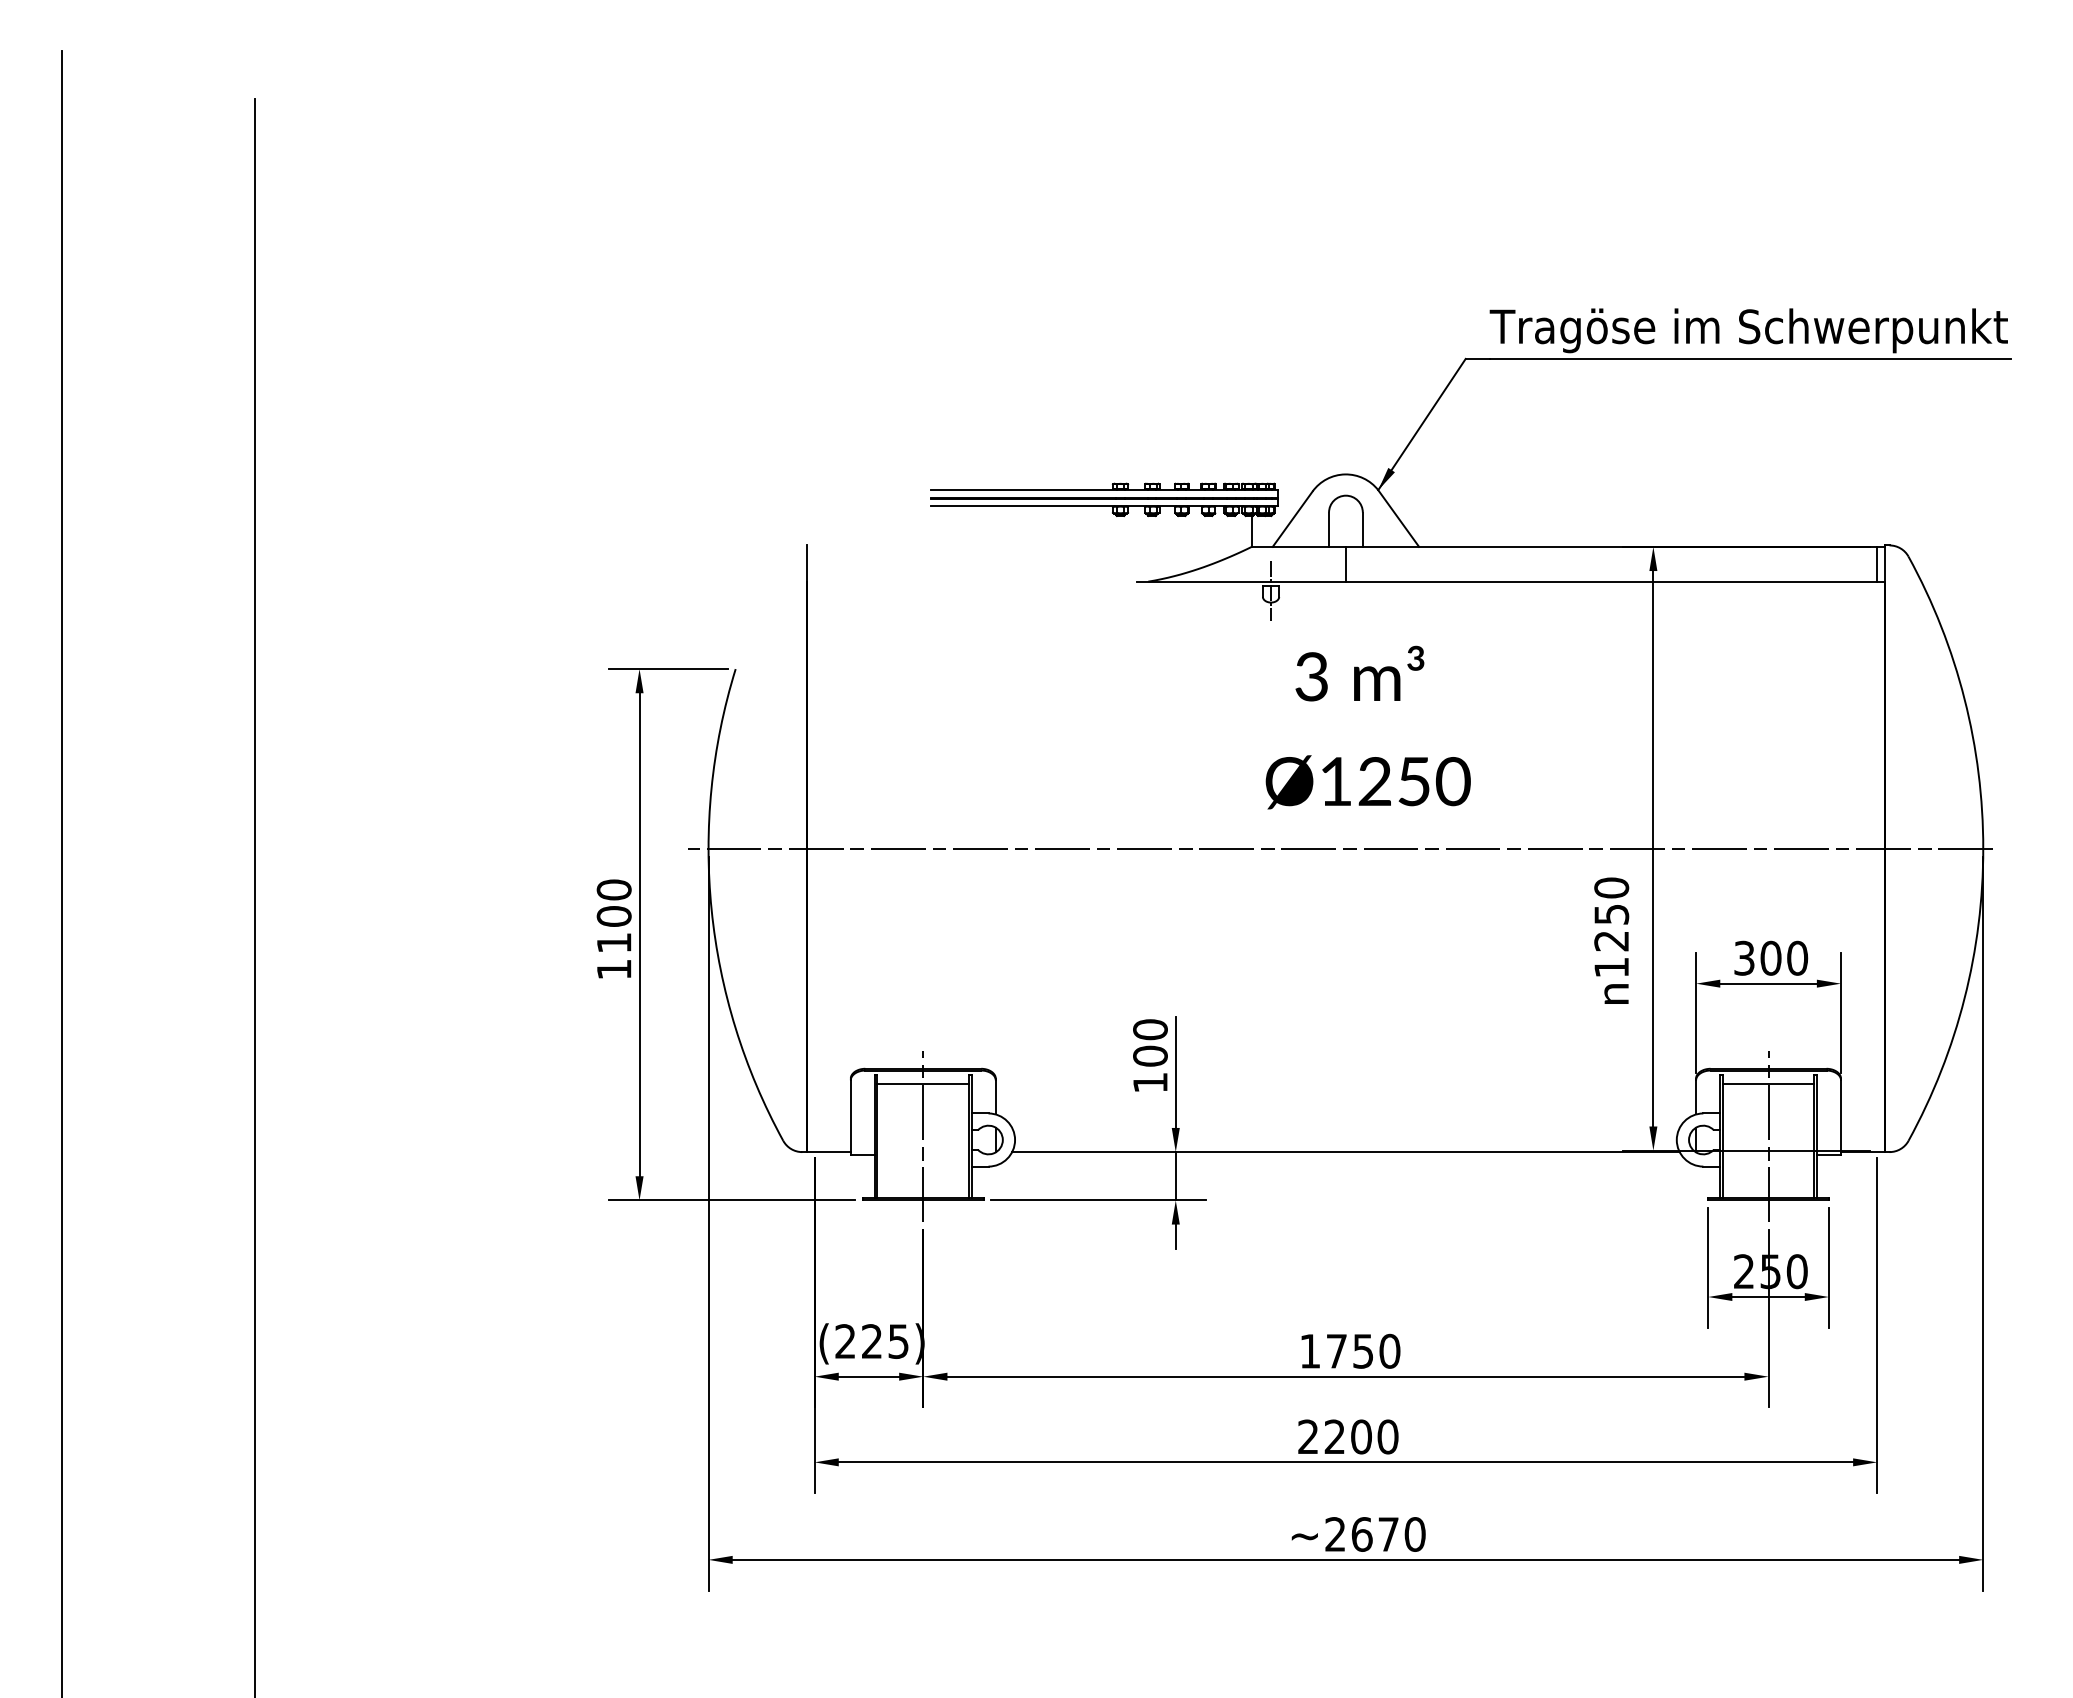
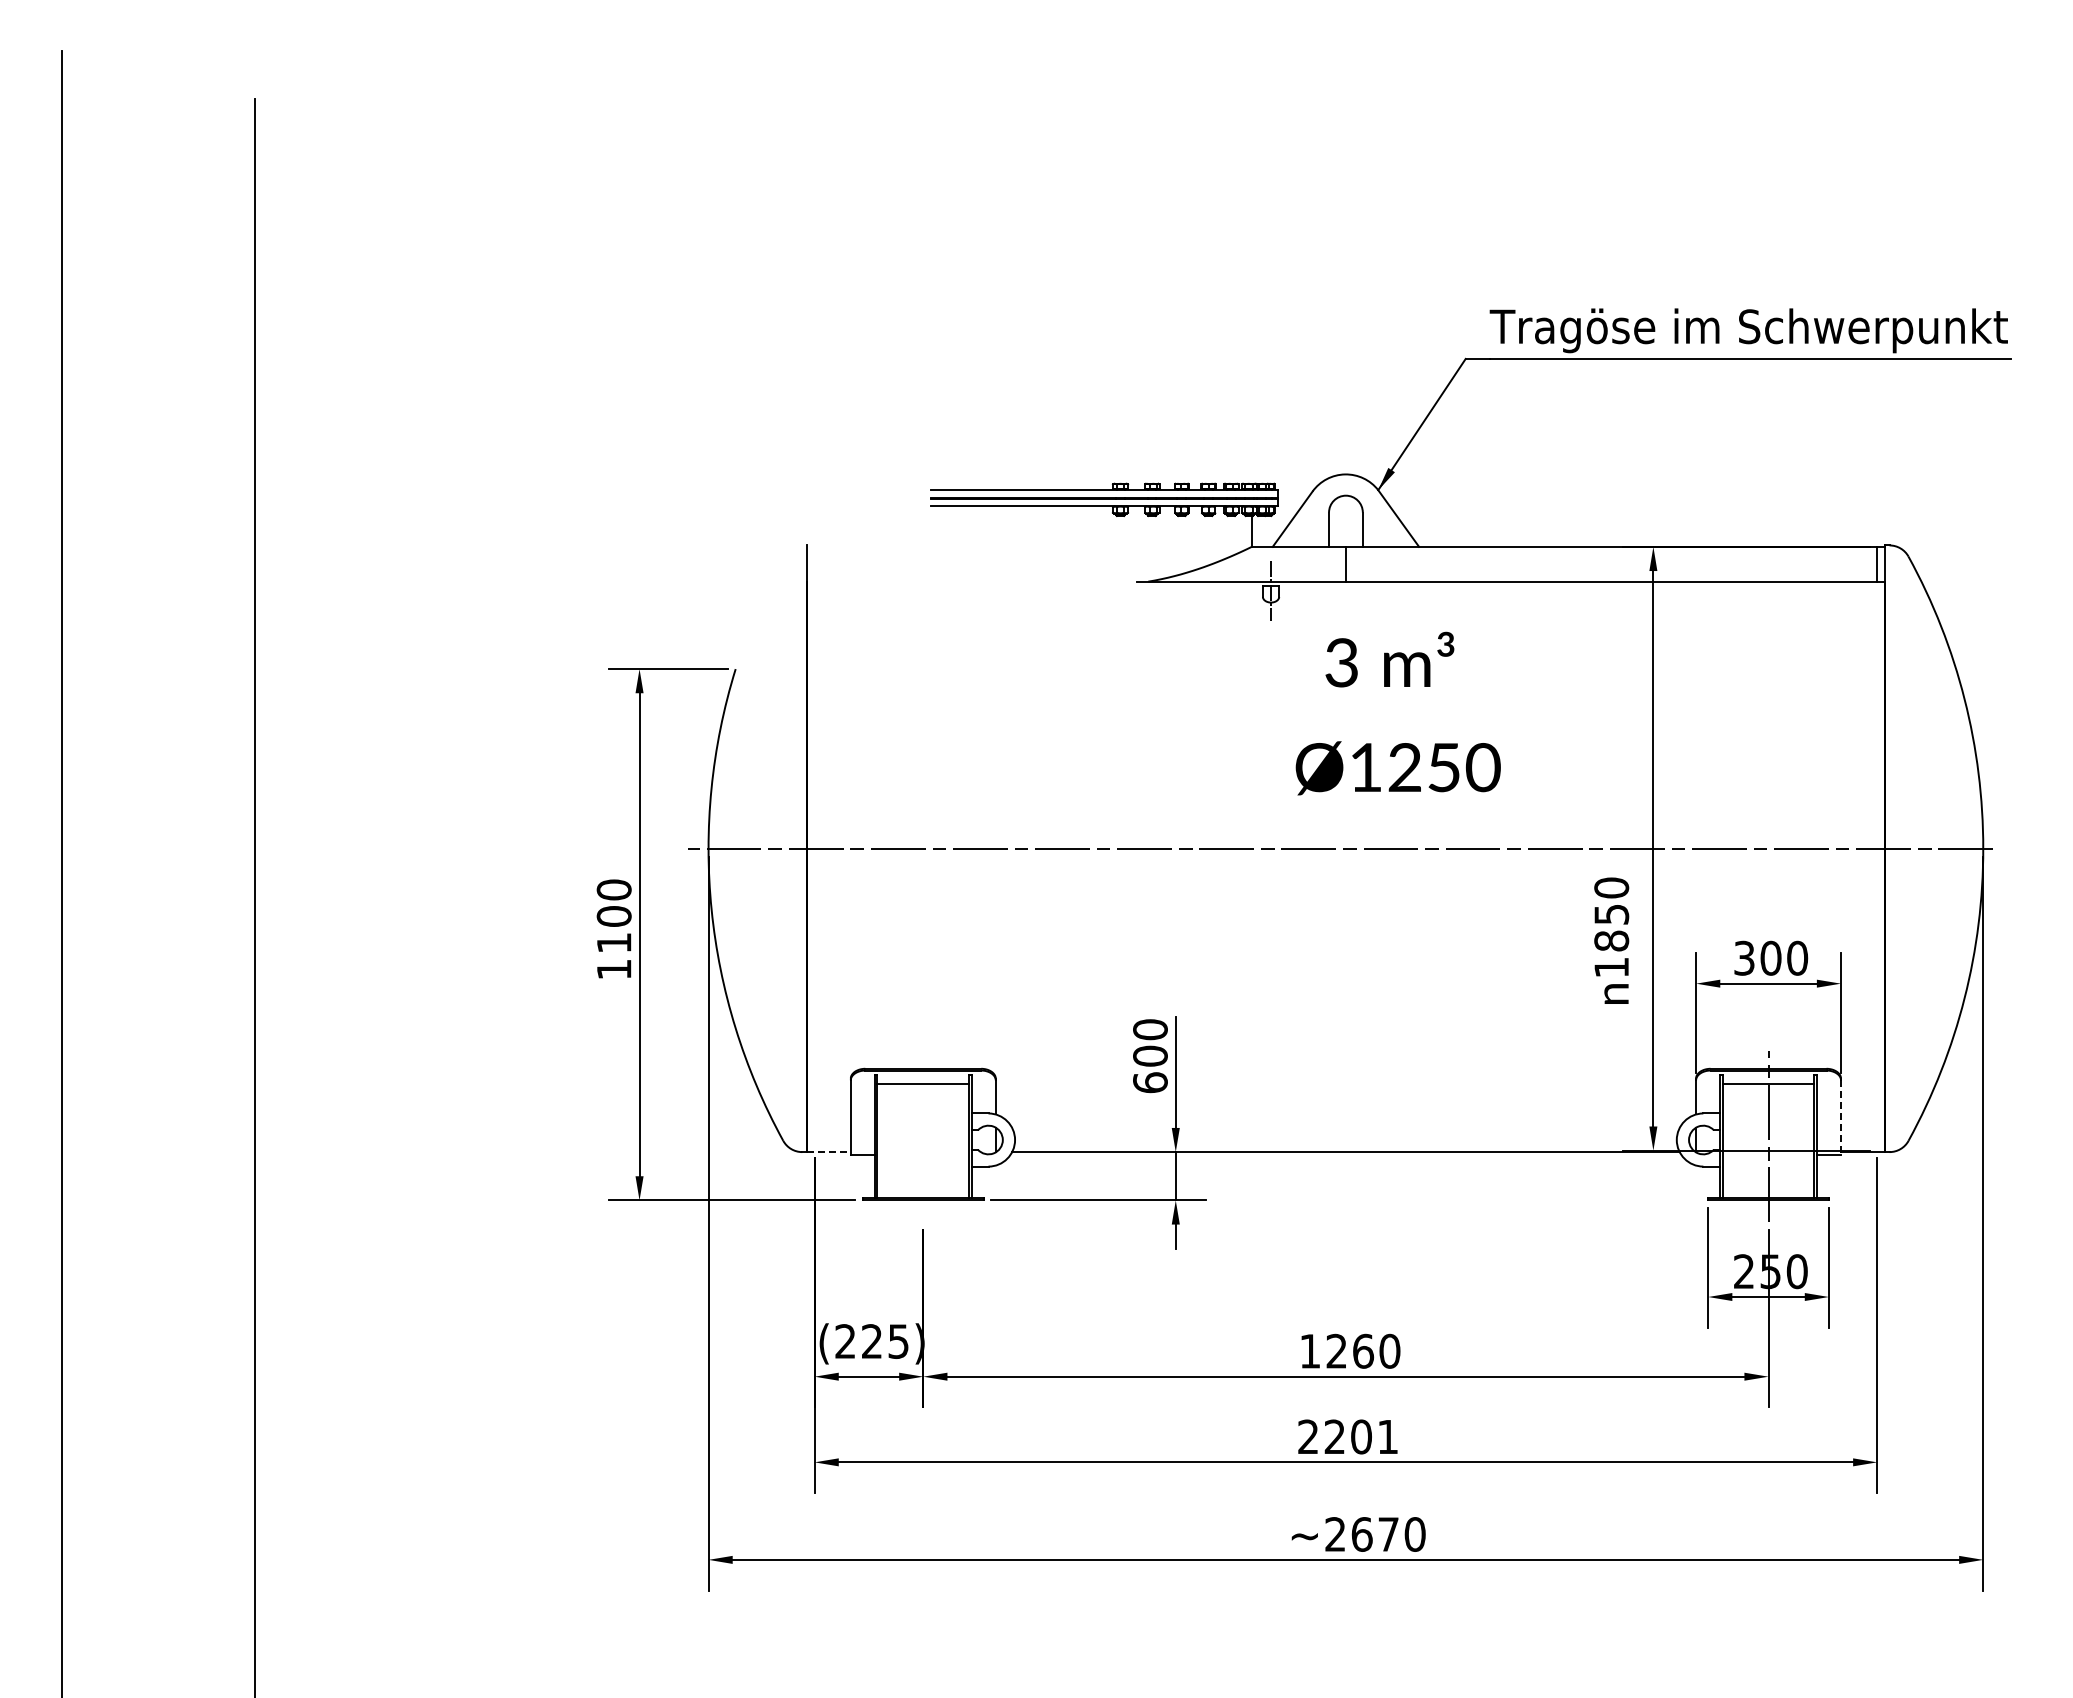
text at (1367, 727) position: (1367, 727) -> (1397, 713)
text at (1611, 940): 1250 -> 1850
text at (1150, 1082): 100 -> 600
line at (1841, 1117): solid -> dashed
line at (923, 1136): present -> none
line at (829, 1152): solid -> dashed
text at (1350, 1350): 1750 -> 1260
text at (1387, 1436): 2200 -> 2201
